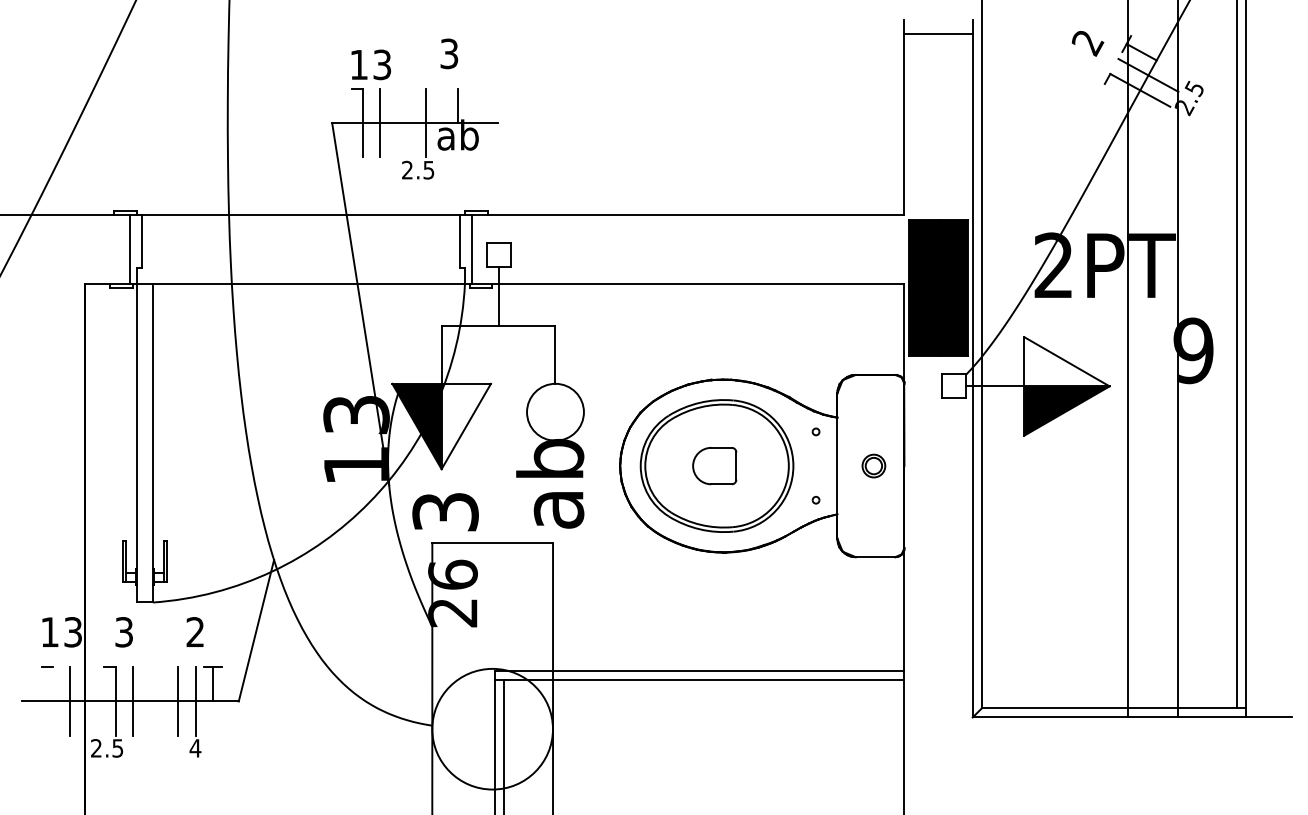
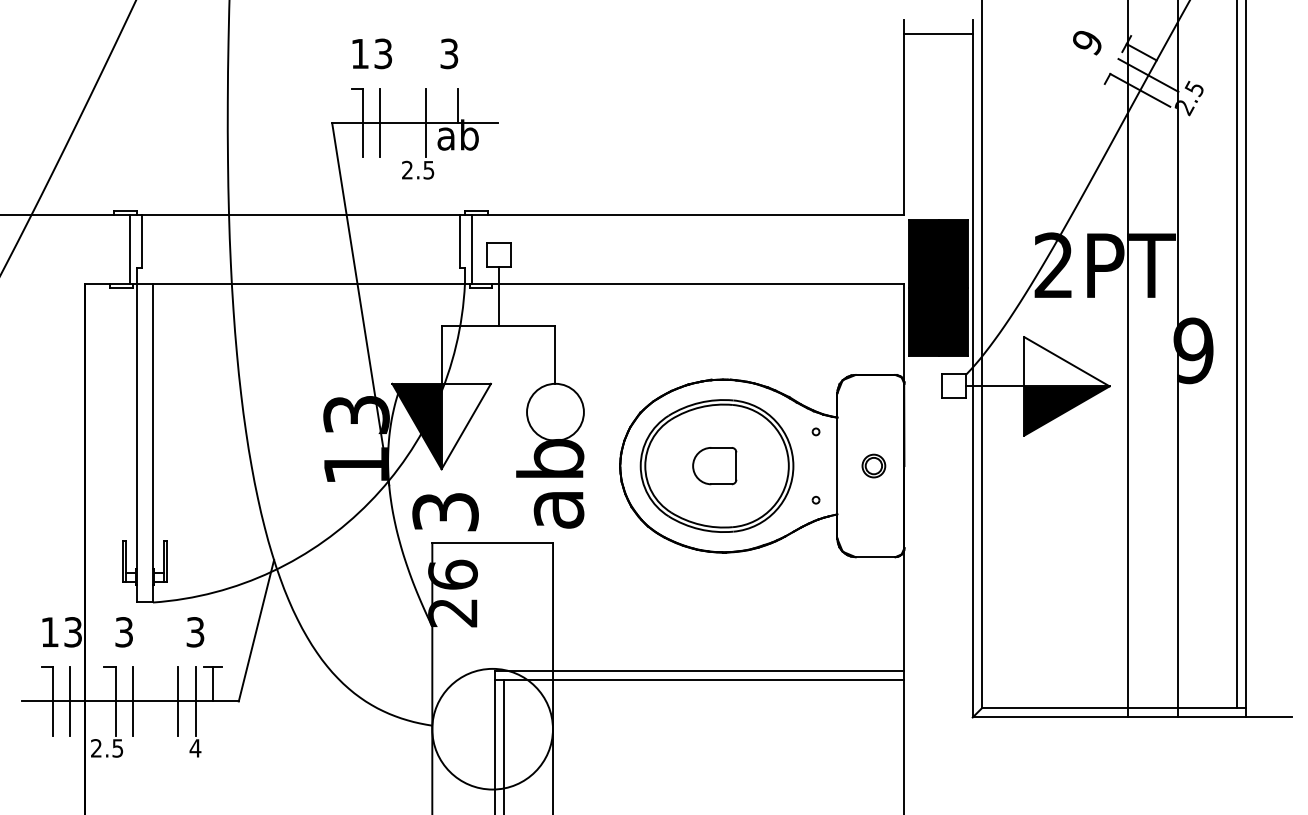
text at (1087, 43): 2 -> 9
text at (370, 64) position: (370, 64) -> (371, 53)
text at (195, 632): 2 -> 3
line at (53, 701): none -> present
